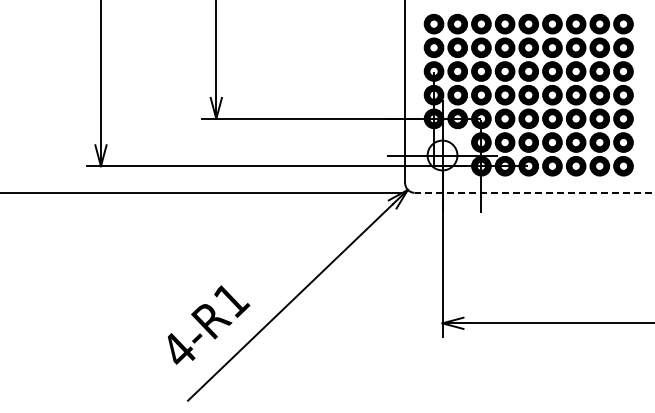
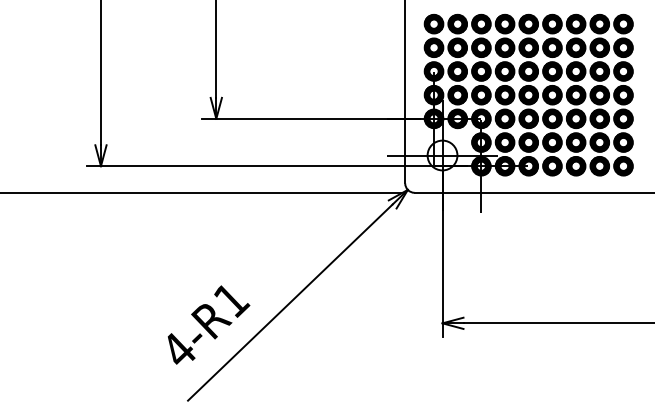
line at (534, 192): dashed -> solid
